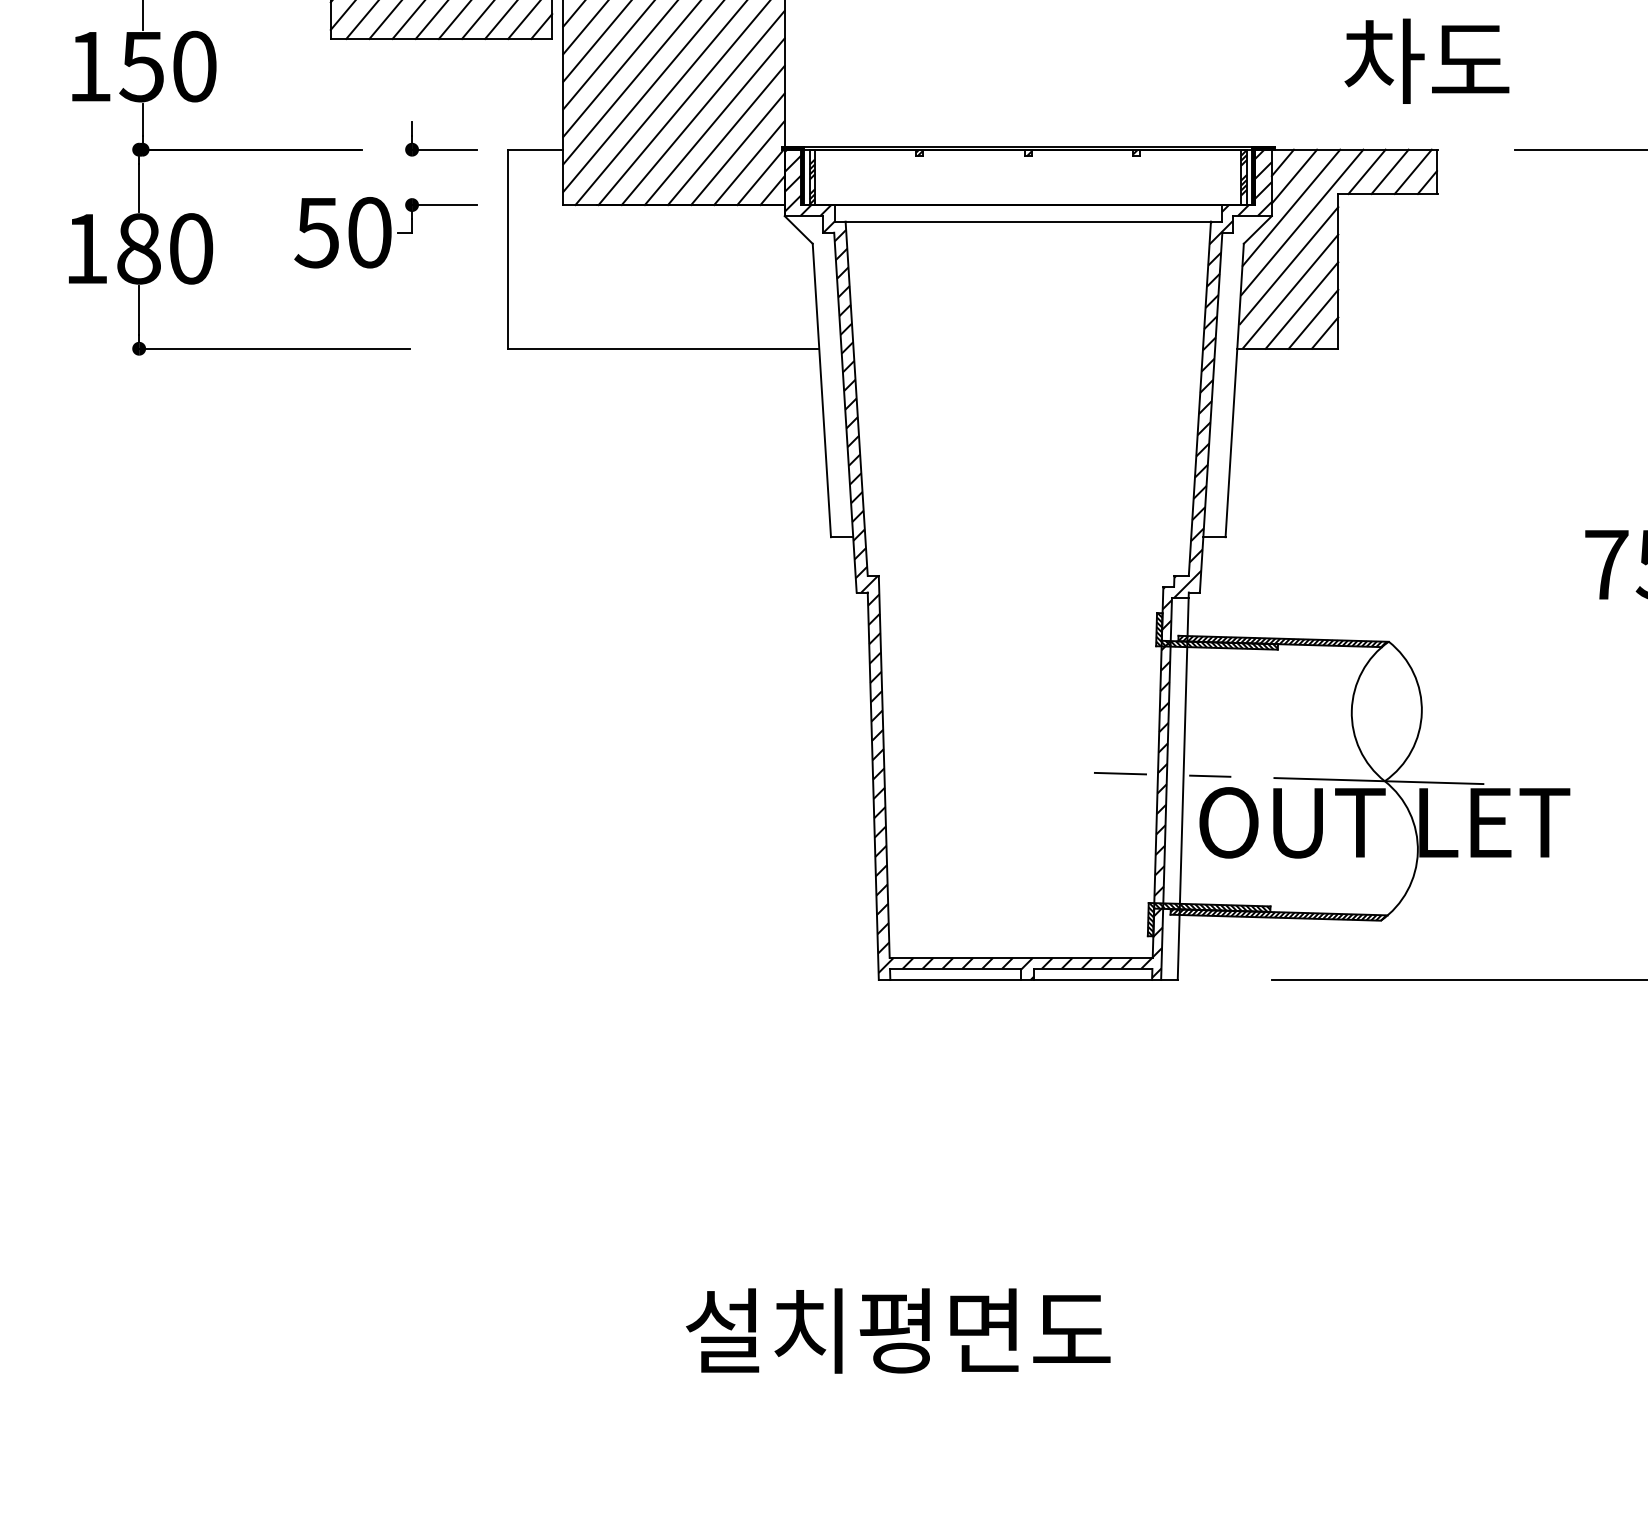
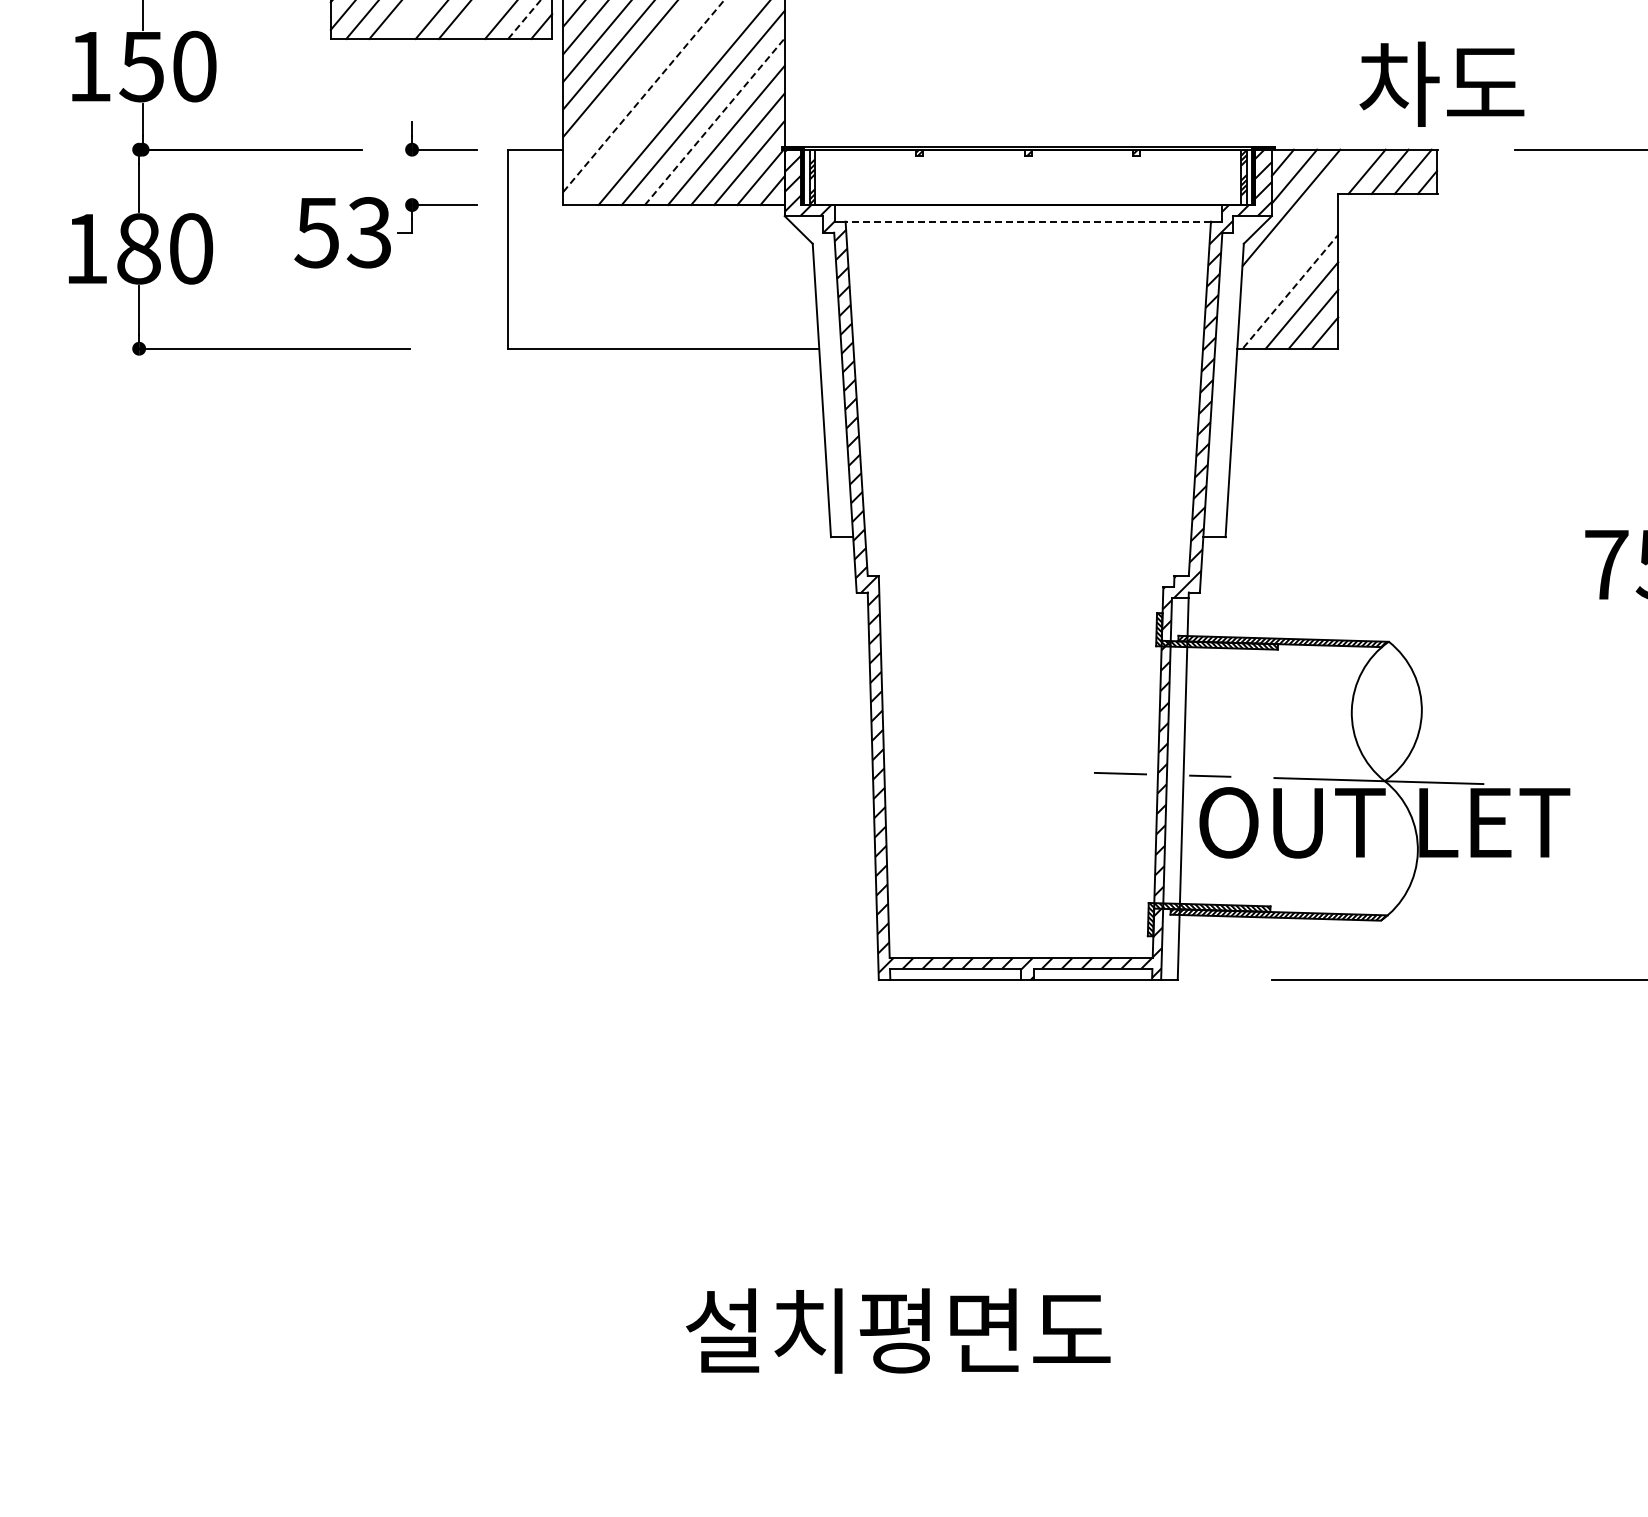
line at (524, 19): solid -> dashed
line at (407, 20): present -> none
line at (477, 20): present -> none
text at (1426, 60) position: (1426, 60) -> (1441, 83)
line at (631, 83): present -> none
line at (644, 95): solid -> dashed
line at (660, 103): present -> none
line at (714, 121): solid -> dashed
line at (1028, 221): solid -> dashed
line at (1302, 222): present -> none
text at (369, 232): 50 -> 53
line at (1289, 265): present -> none
line at (1290, 291): solid -> dashed
